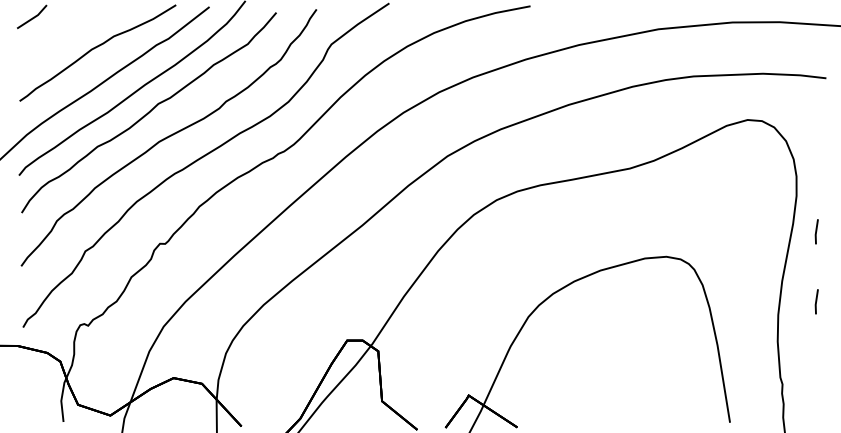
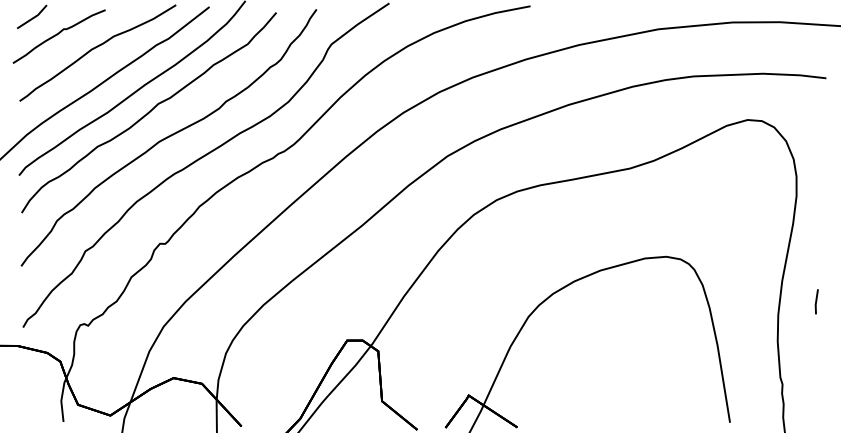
part at (58, 36): none -> present
line at (816, 231): present -> none
